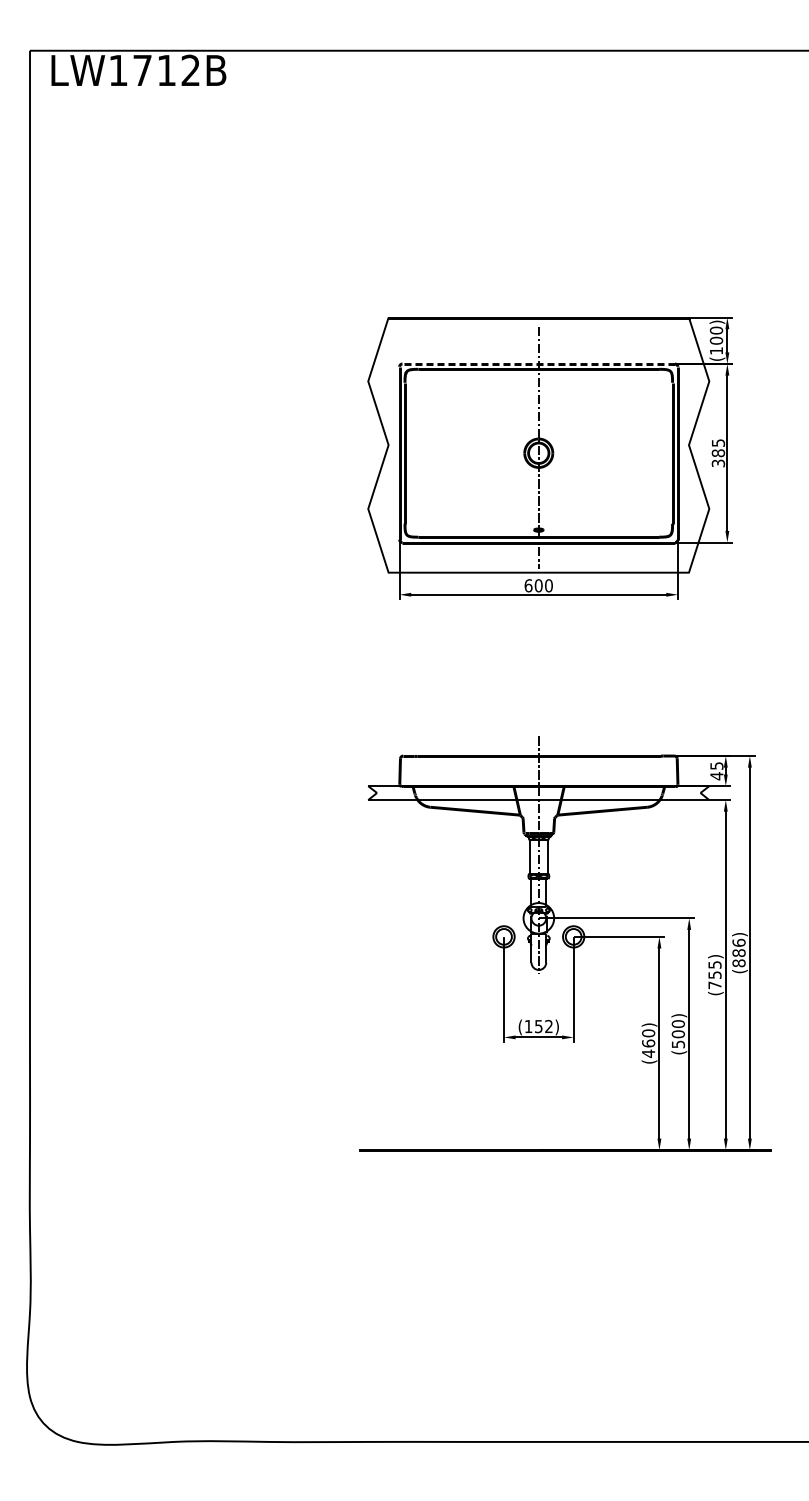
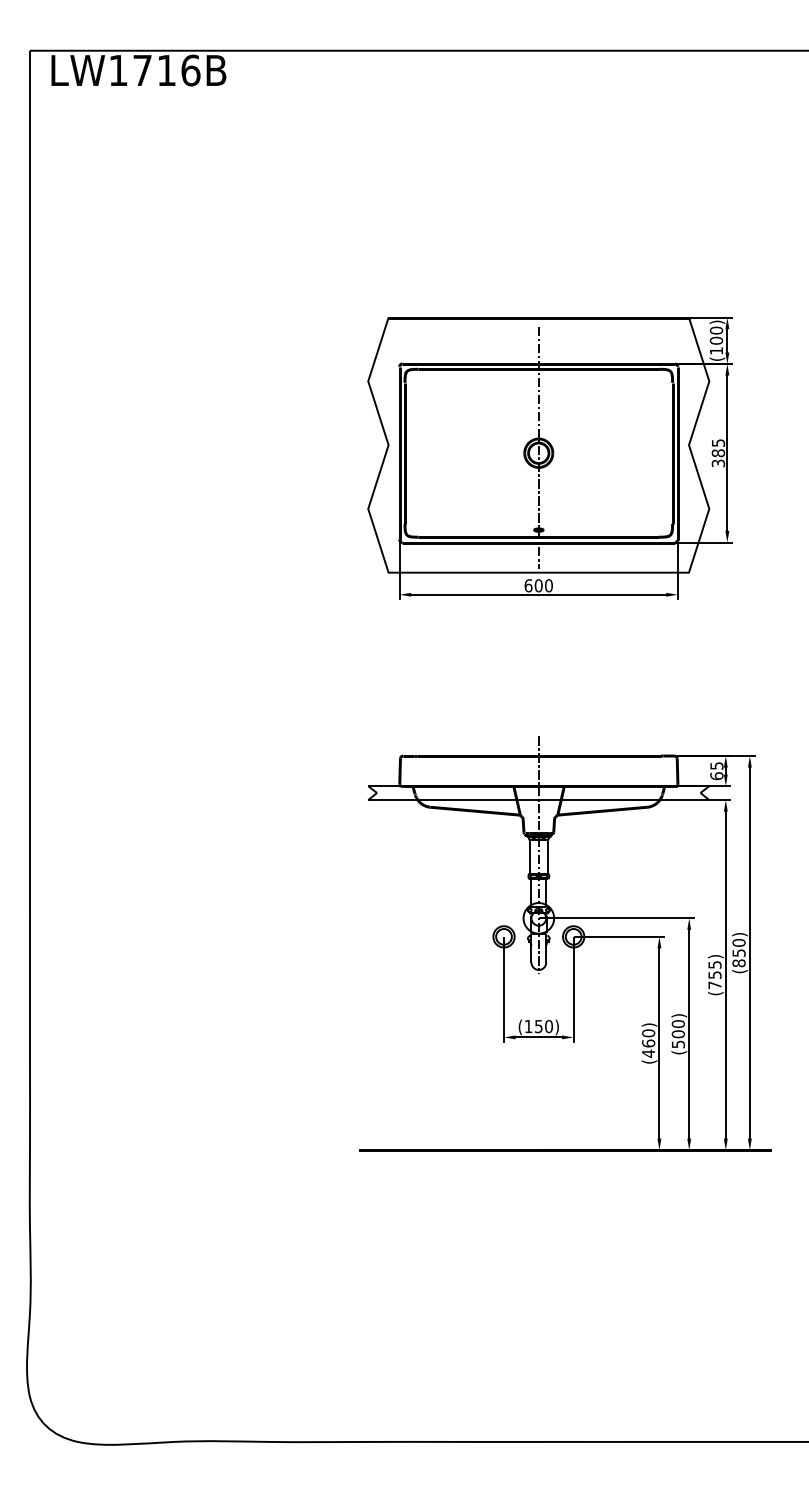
text at (190, 70): LW1712B -> LW1716B
line at (538, 364): dashed -> solid
text at (716, 776): 45 -> 65
text at (738, 947): (886) -> (850)
text at (548, 1026): (152) -> (150)
